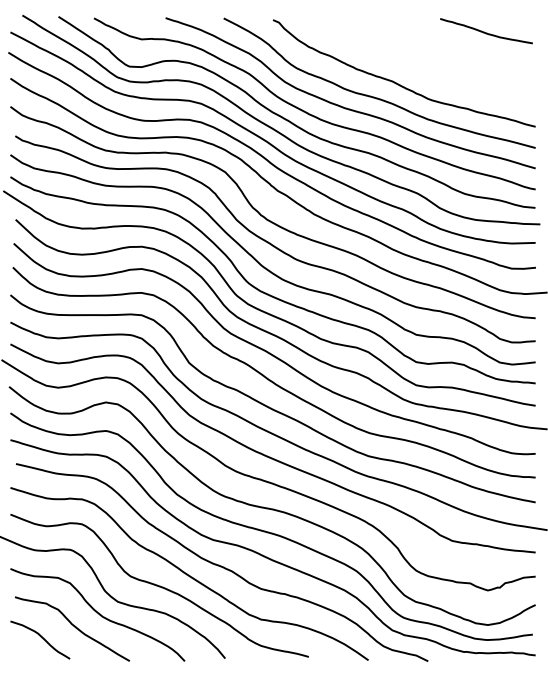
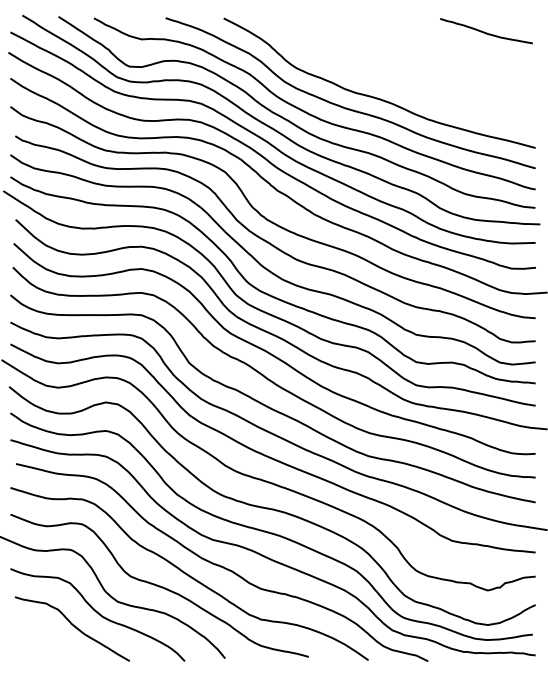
curve at (398, 83): present -> none
curve at (41, 638): present -> none
